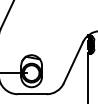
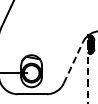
line at (73, 62): solid -> dashed
line at (88, 77): solid -> dashed
